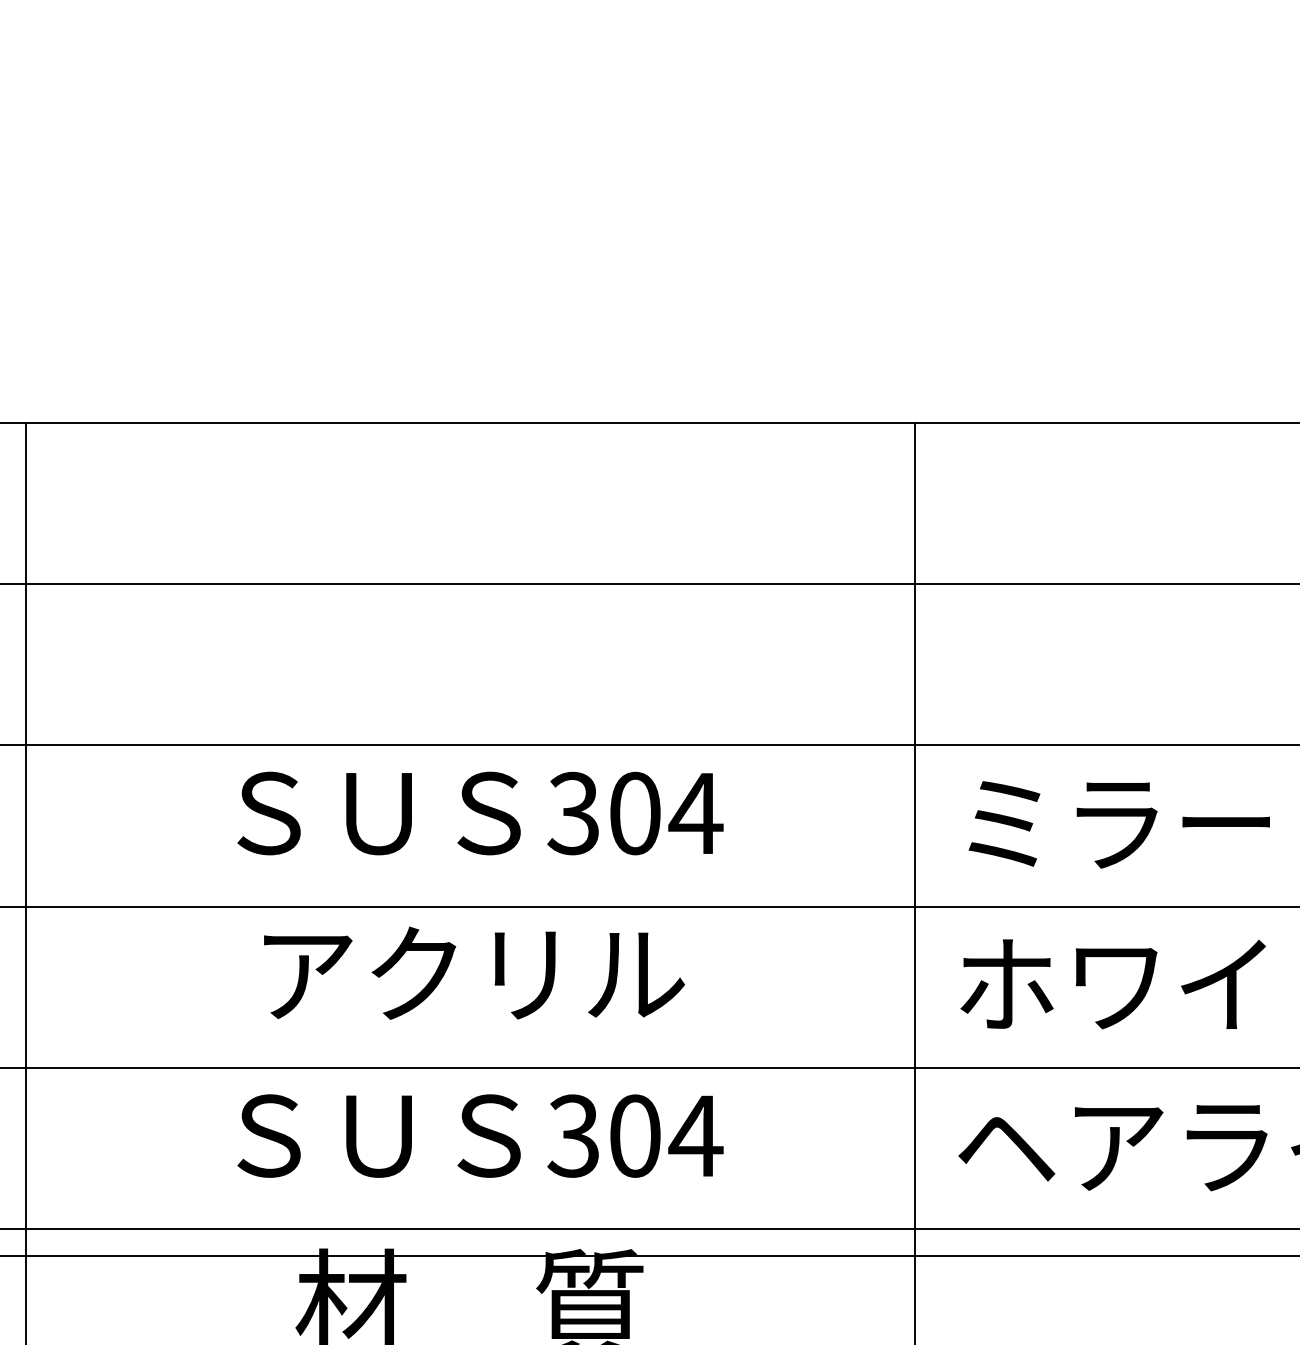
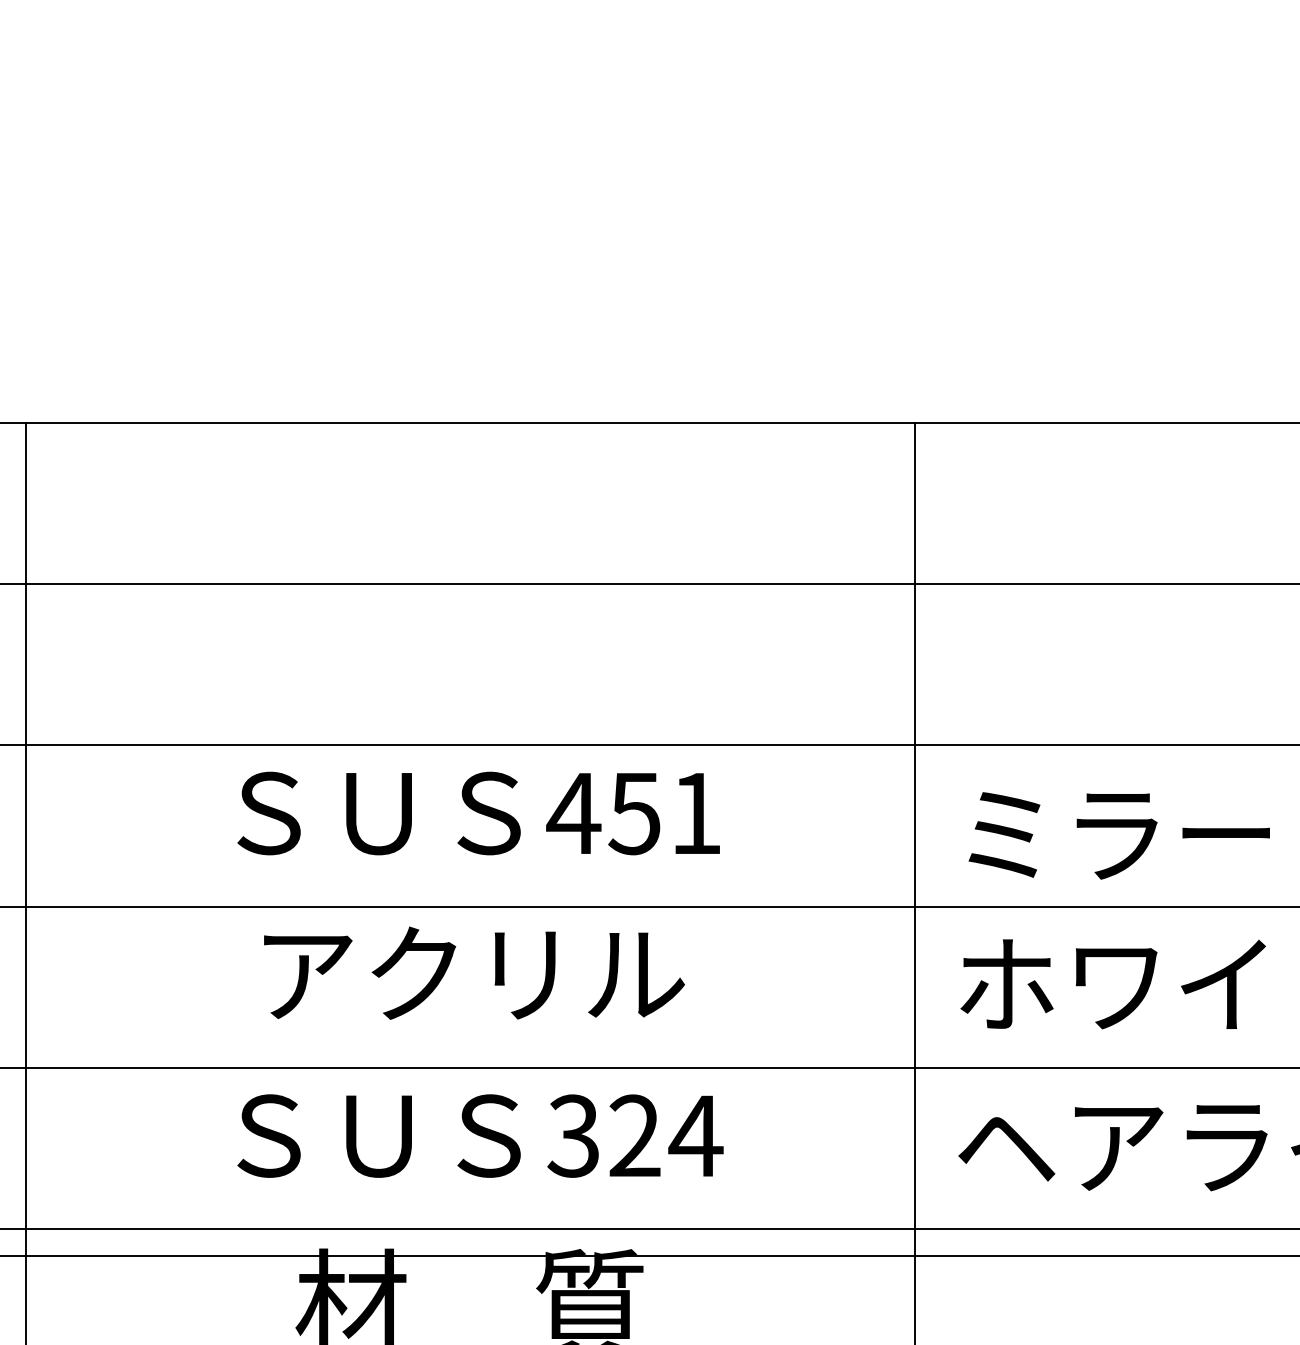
text at (634, 813): 304 -> 451
text at (1118, 824) position: (1118, 824) -> (1118, 835)
text at (634, 1135): 304 -> 324
